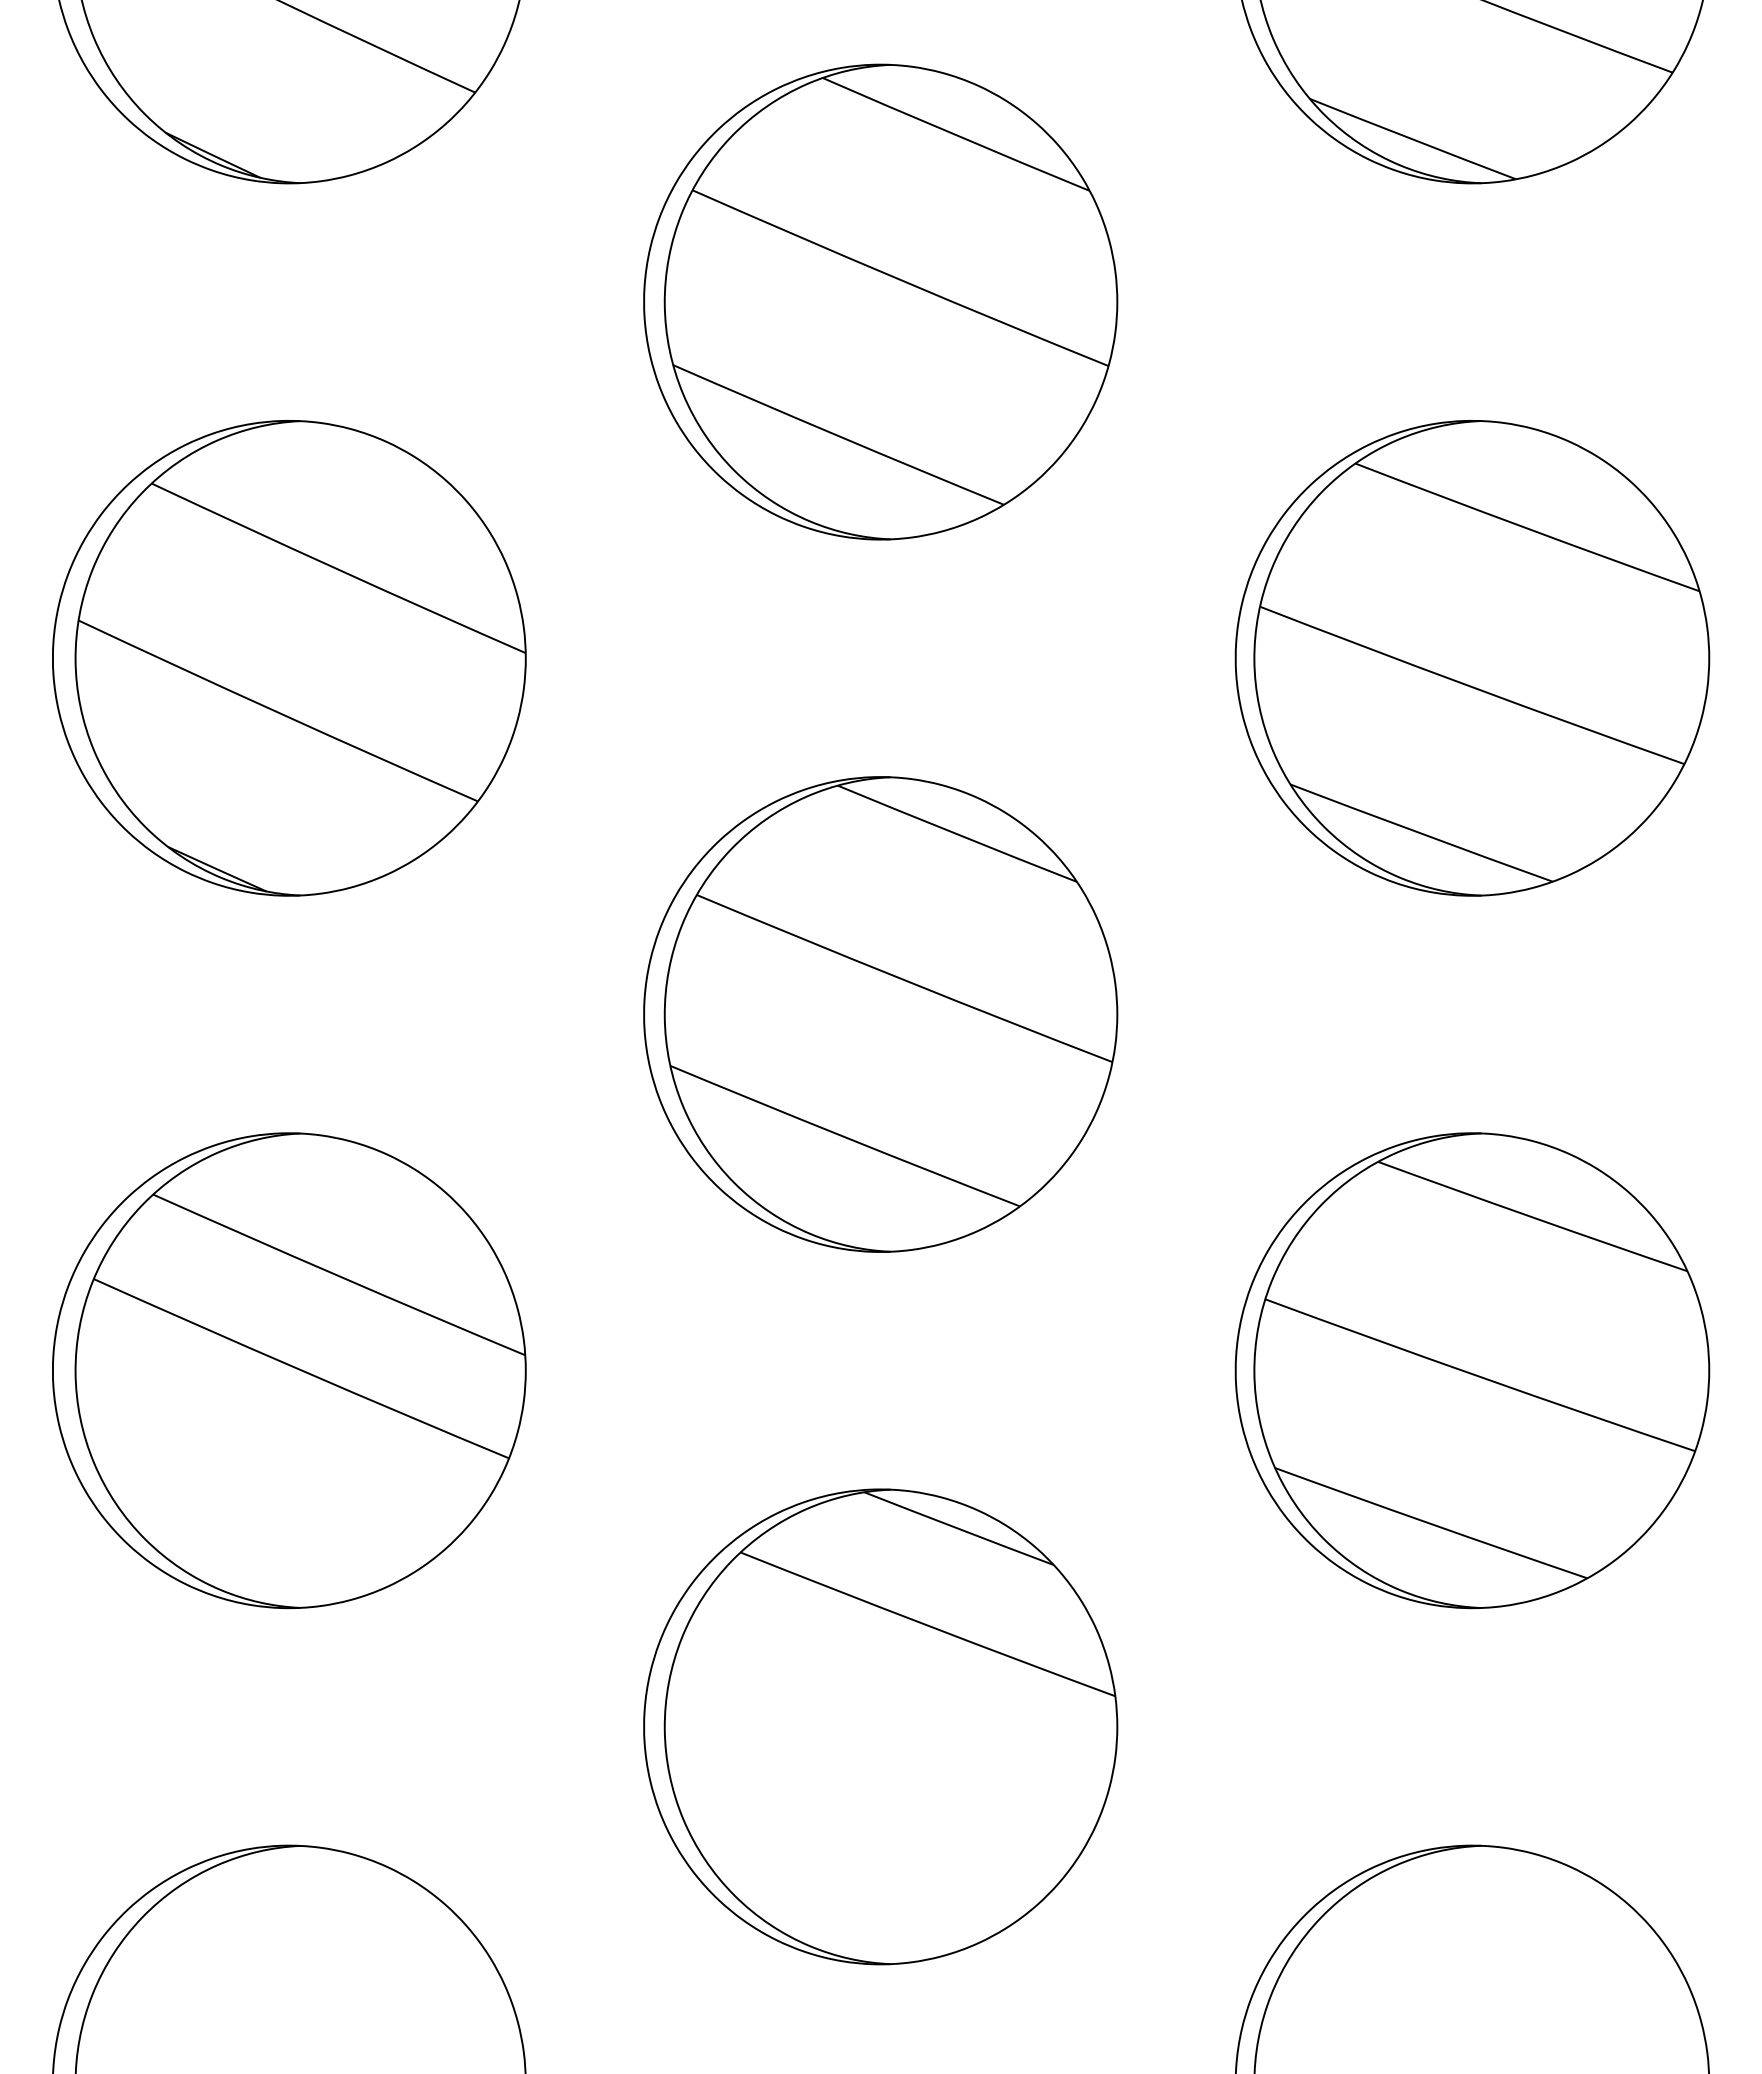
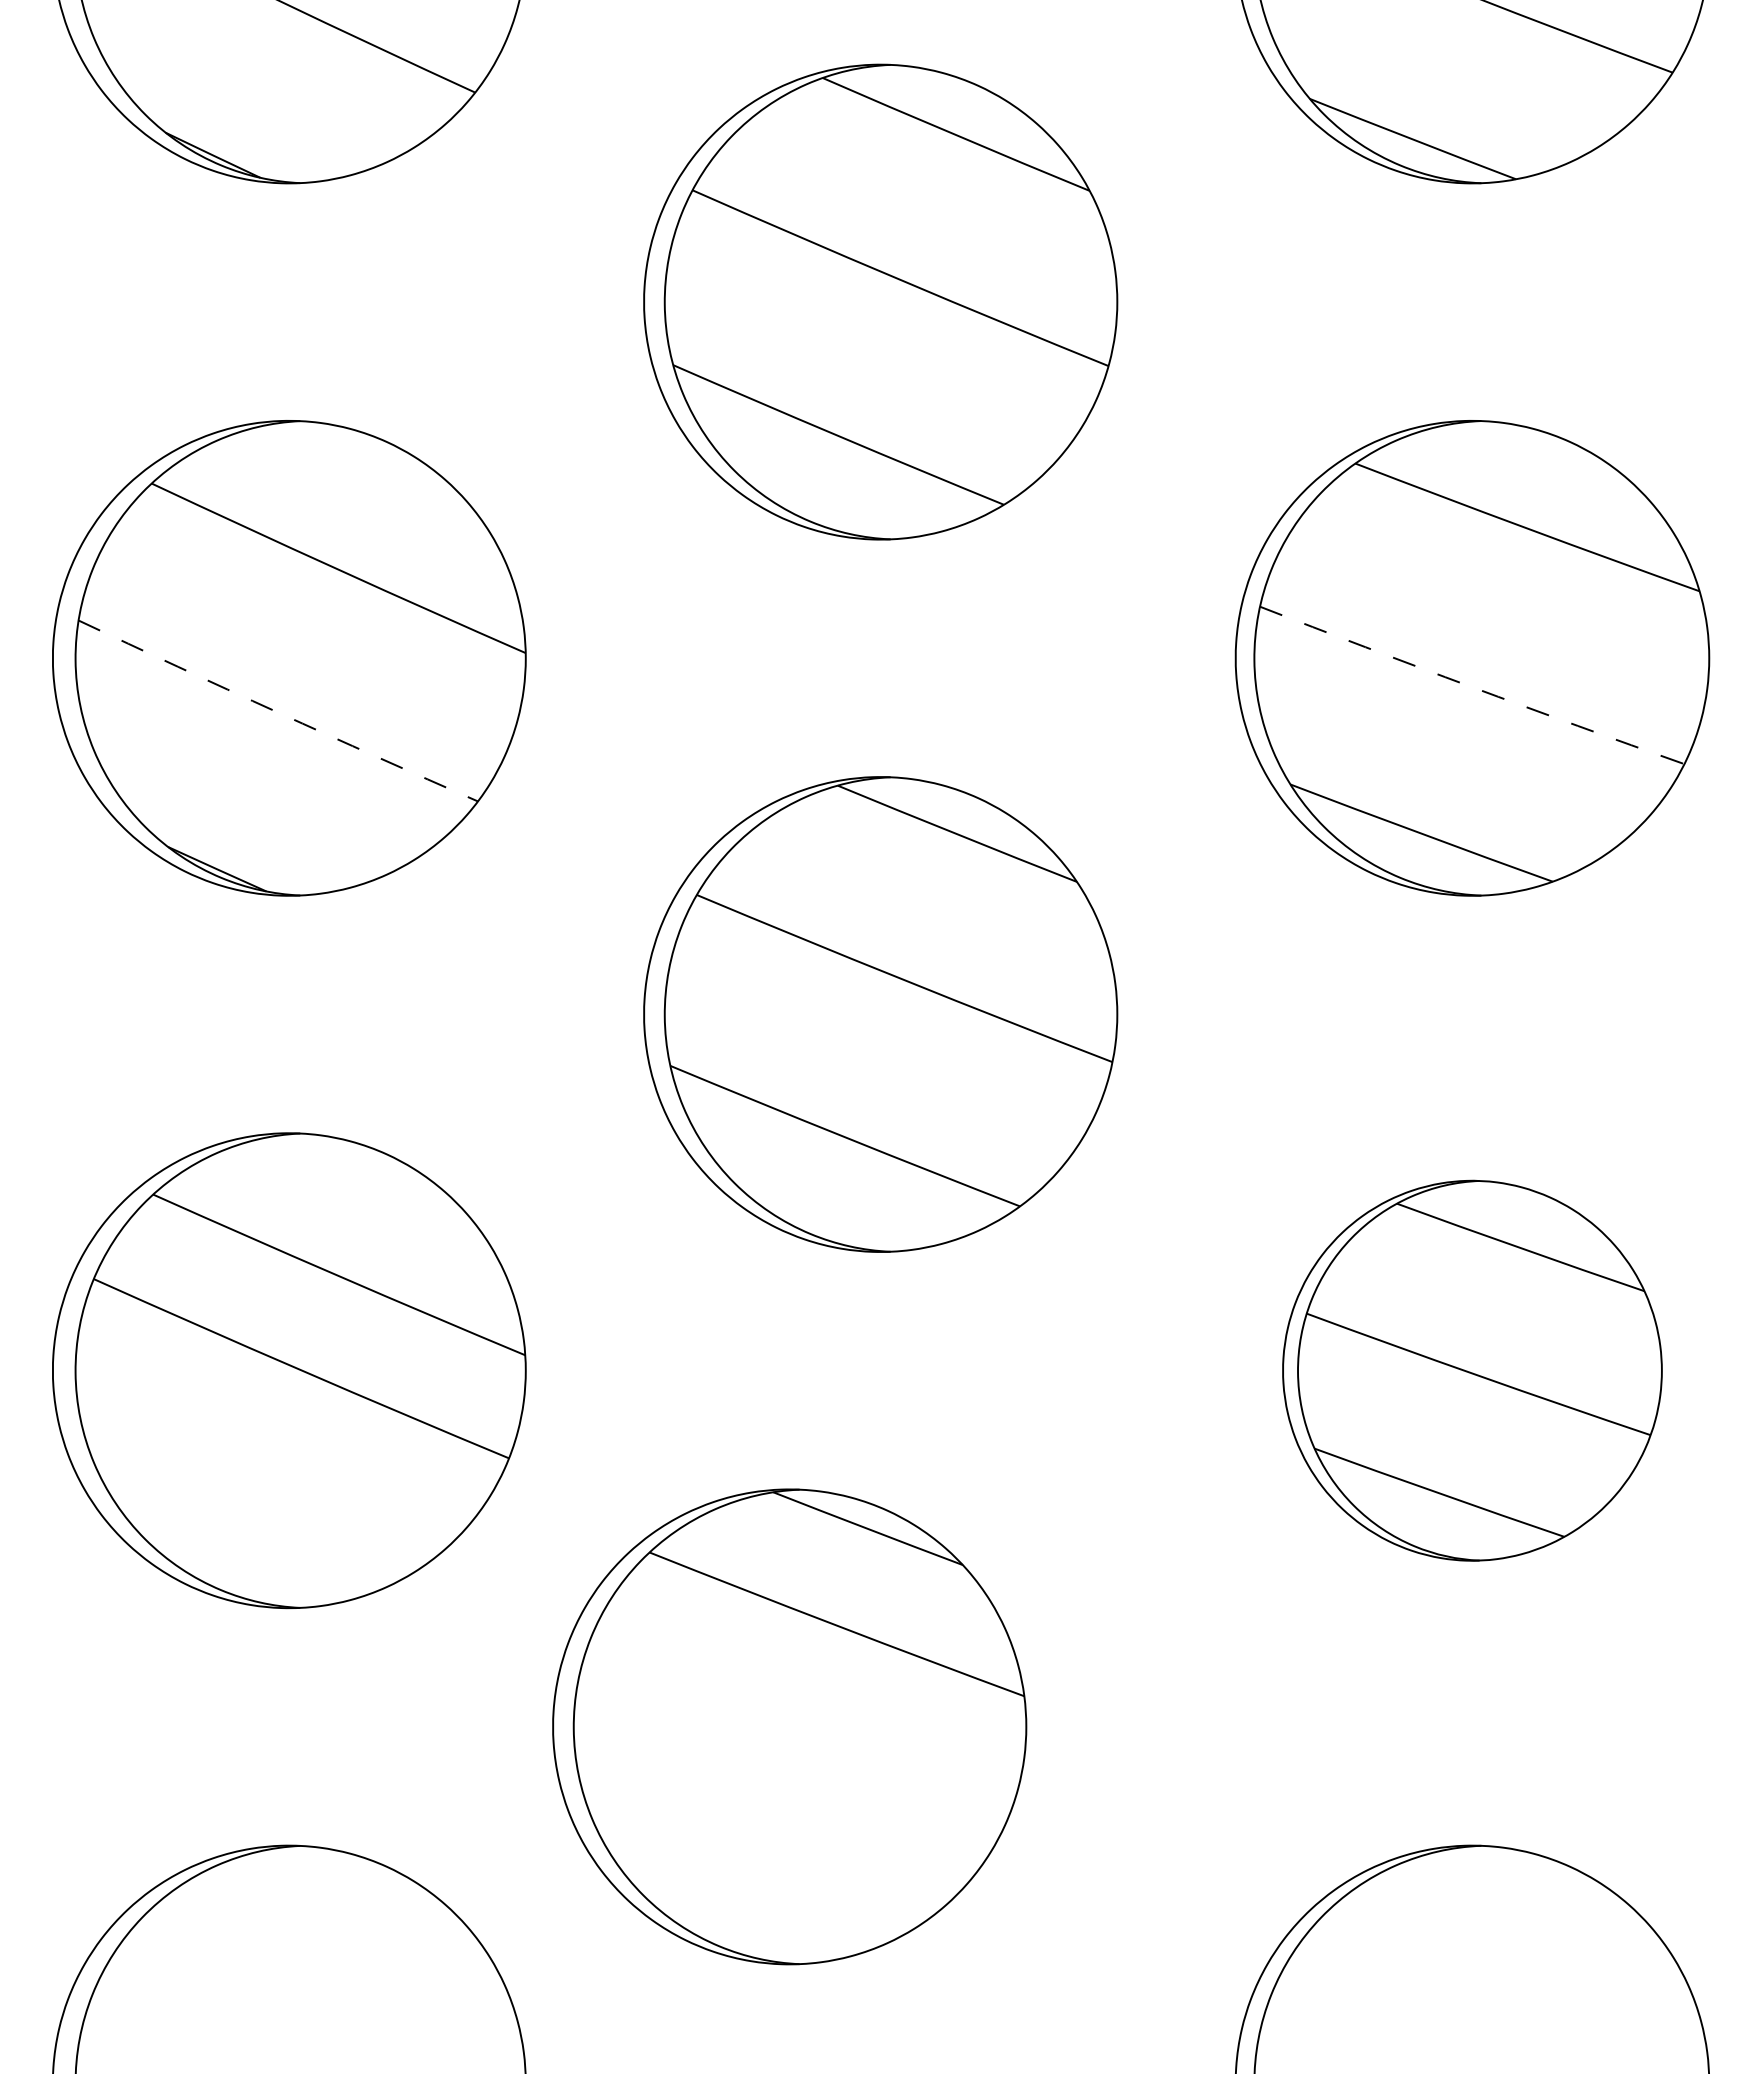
arc at (1471, 686): solid -> dashed
arc at (277, 712): solid -> dashed
part at (1472, 1370) size: 477x478 px -> 381x383 px
part at (880, 1726) position: (880, 1726) -> (789, 1726)
